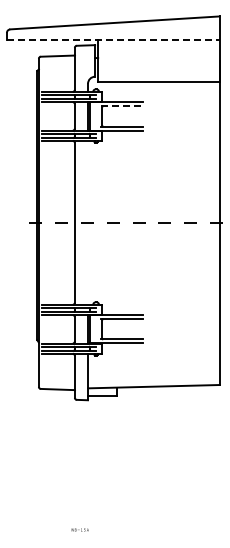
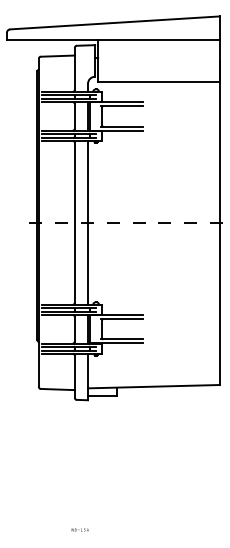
line at (113, 39): dashed -> solid
line at (122, 106): dashed -> solid
line at (88, 222): none -> present
